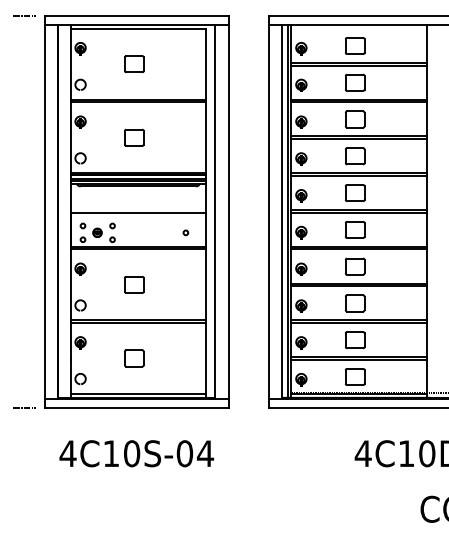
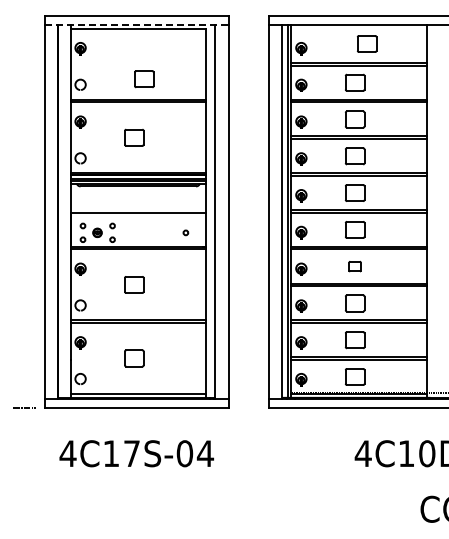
line at (24, 15): present -> none
line at (136, 24): solid -> dashed
part at (355, 45) position: (355, 45) -> (367, 43)
part at (134, 64) position: (134, 64) -> (144, 79)
part at (354, 266) size: 22x19 px -> 14x13 px
text at (132, 453): 4C10S-04 -> 4C17S-04
